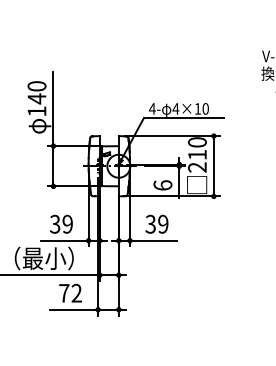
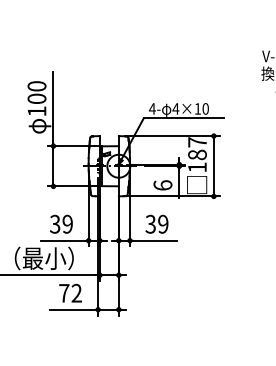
text at (36, 98): 140 -> 100
text at (197, 154): 210 -> 187
